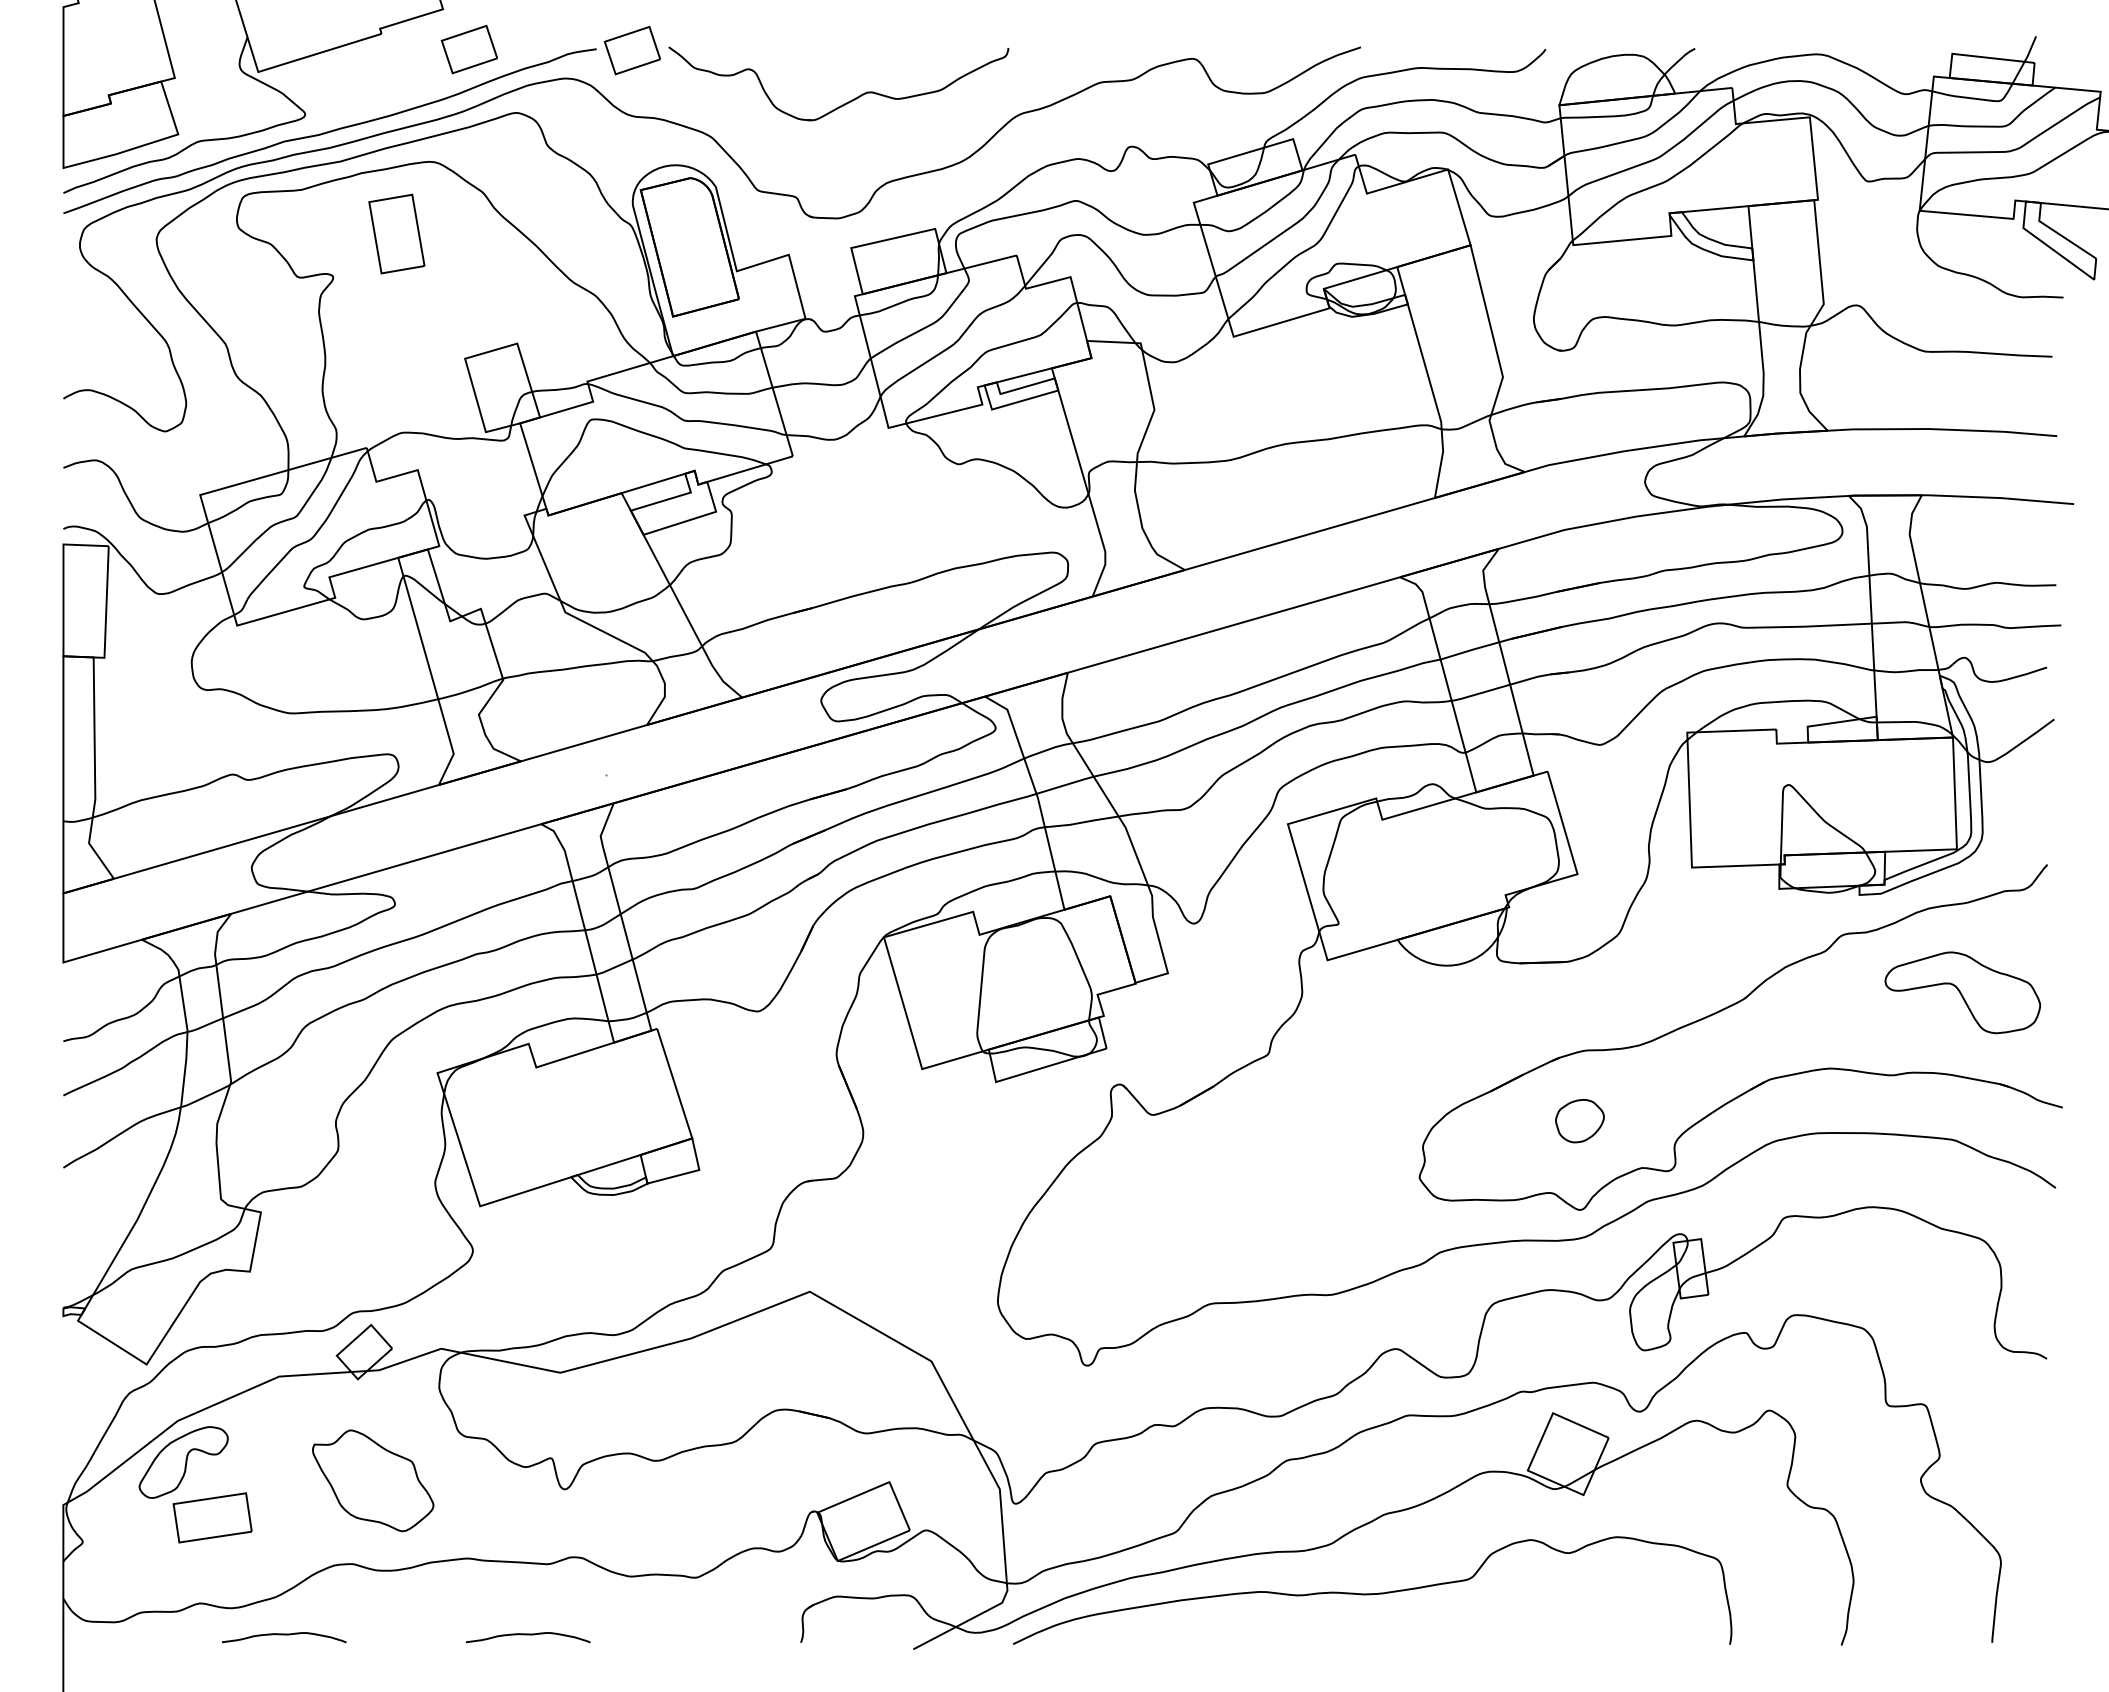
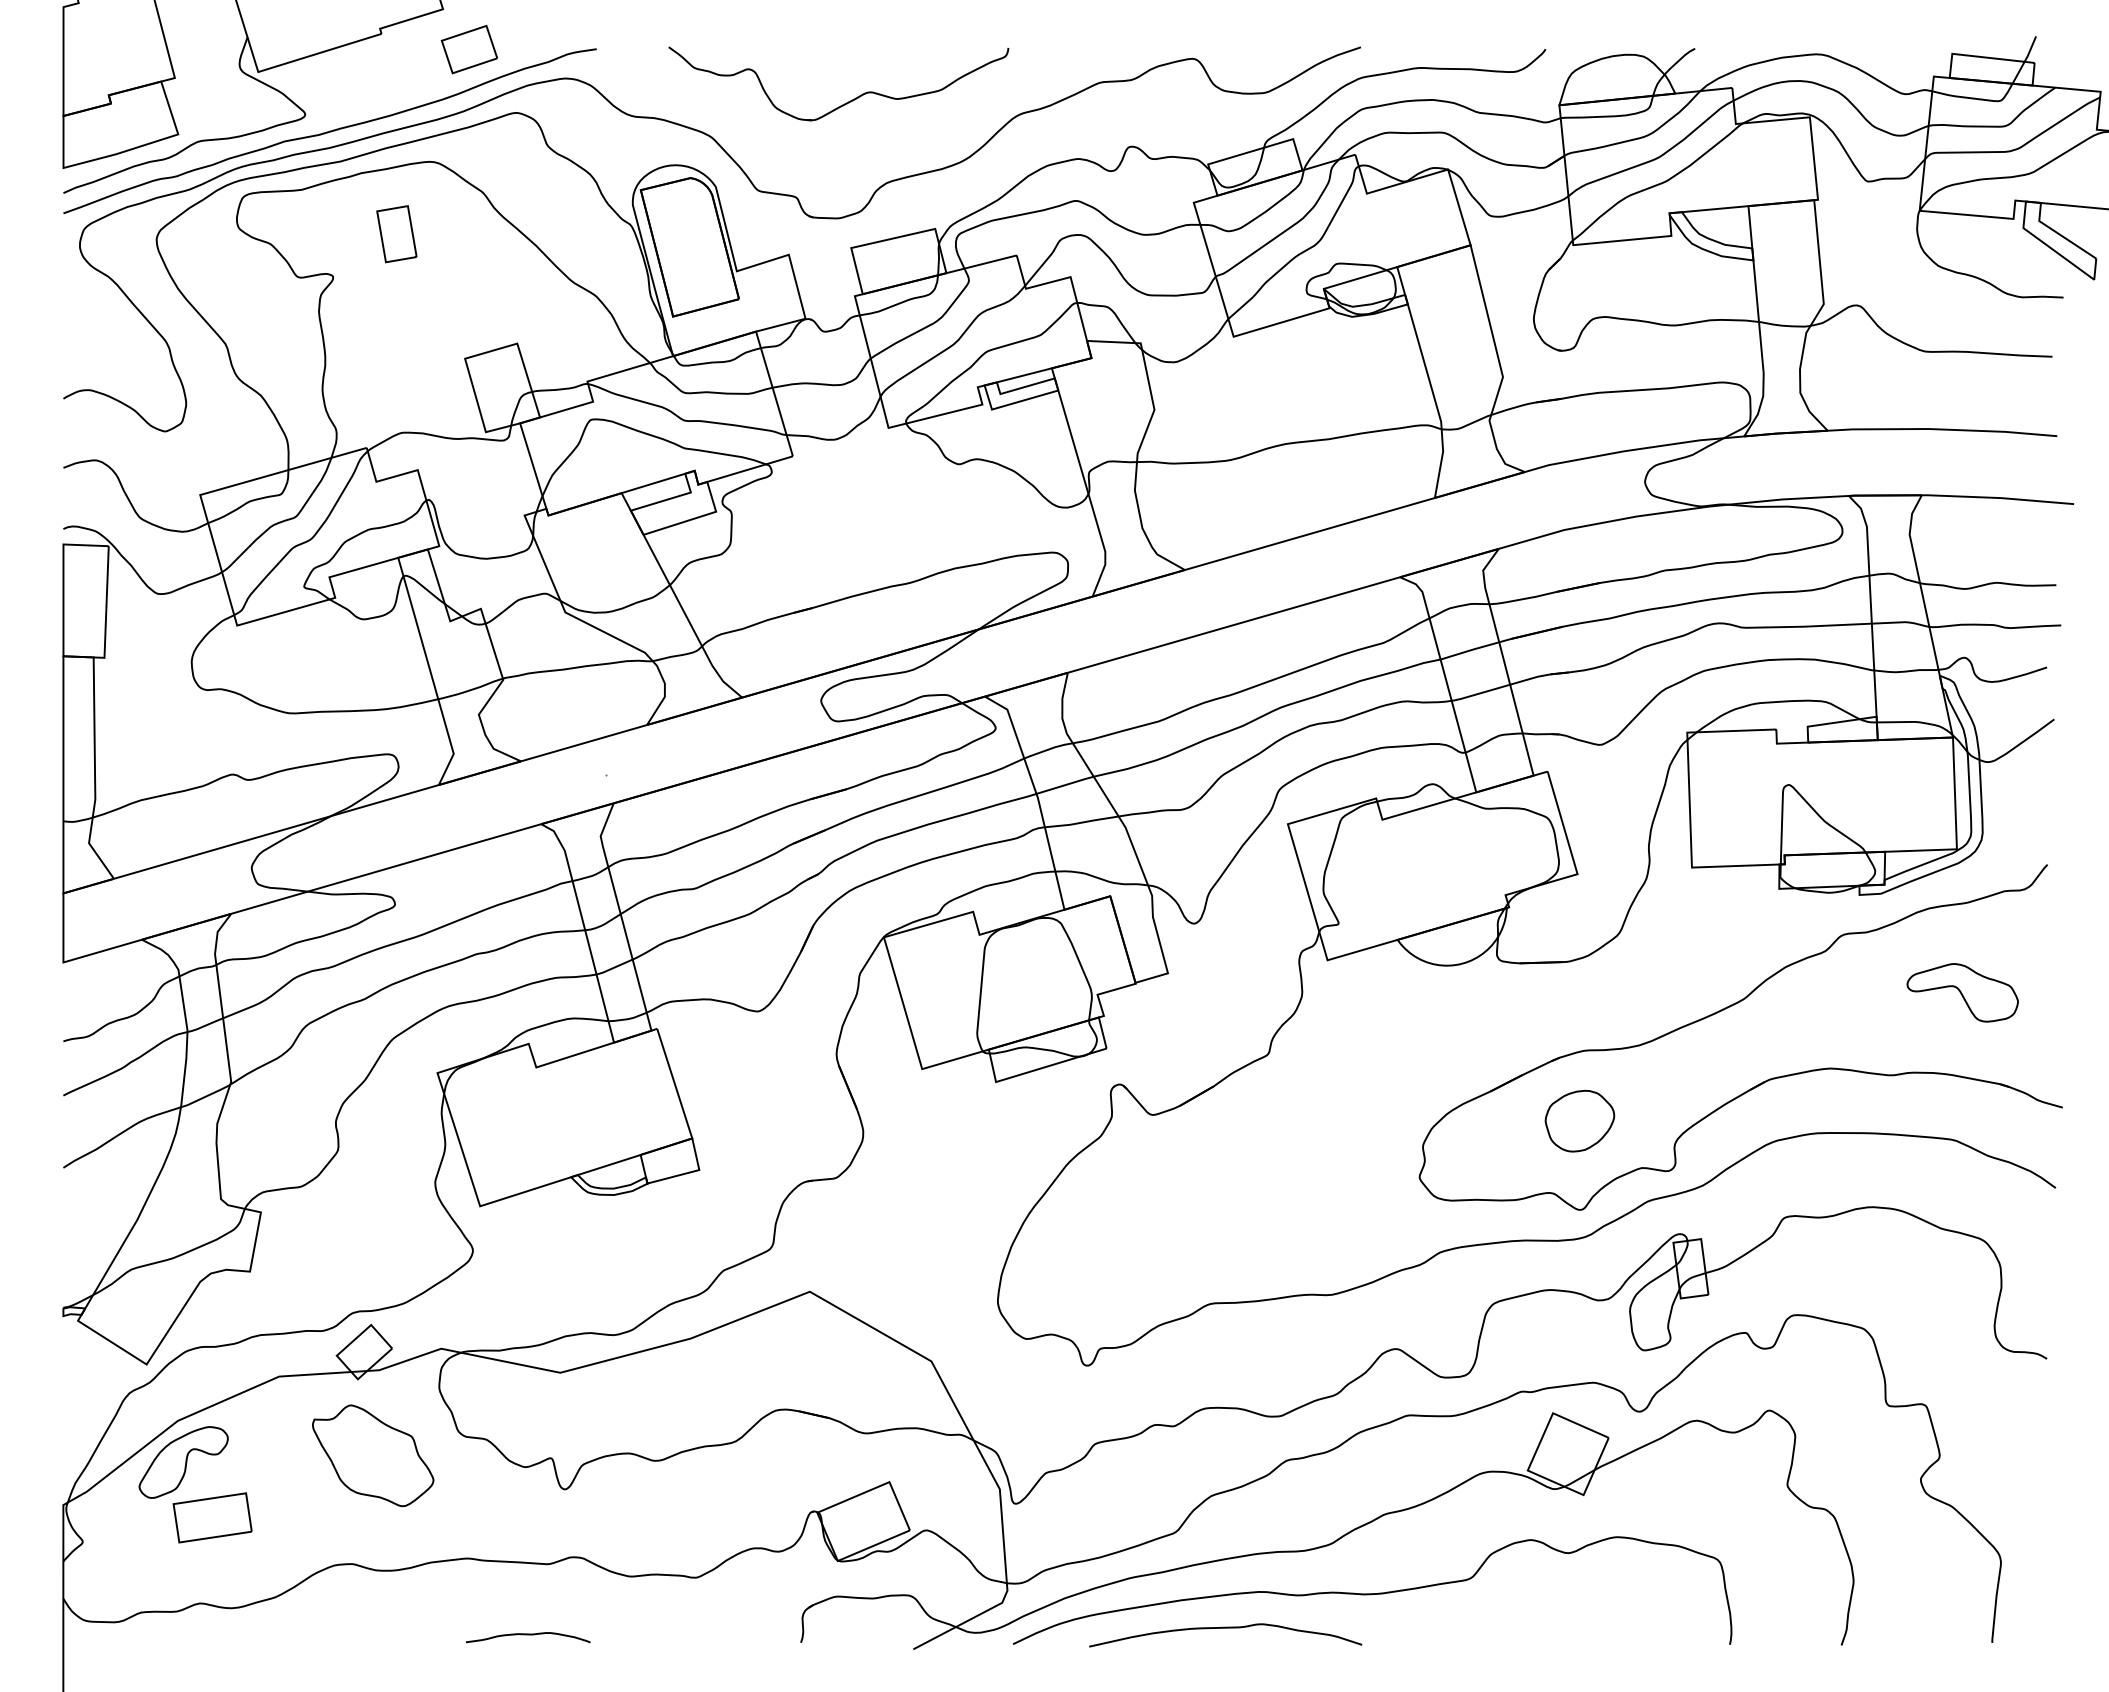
part at (631, 50): present -> none
part at (396, 233) size: 58x82 px -> 42x59 px
part at (1962, 992) size: 158x84 px -> 113x60 px
part at (1579, 1121) size: 50x45 px -> 72x64 px
part at (373, 1480) position: (373, 1480) -> (373, 1455)
curve at (1225, 1628): none -> present
curve at (284, 1635): present -> none
